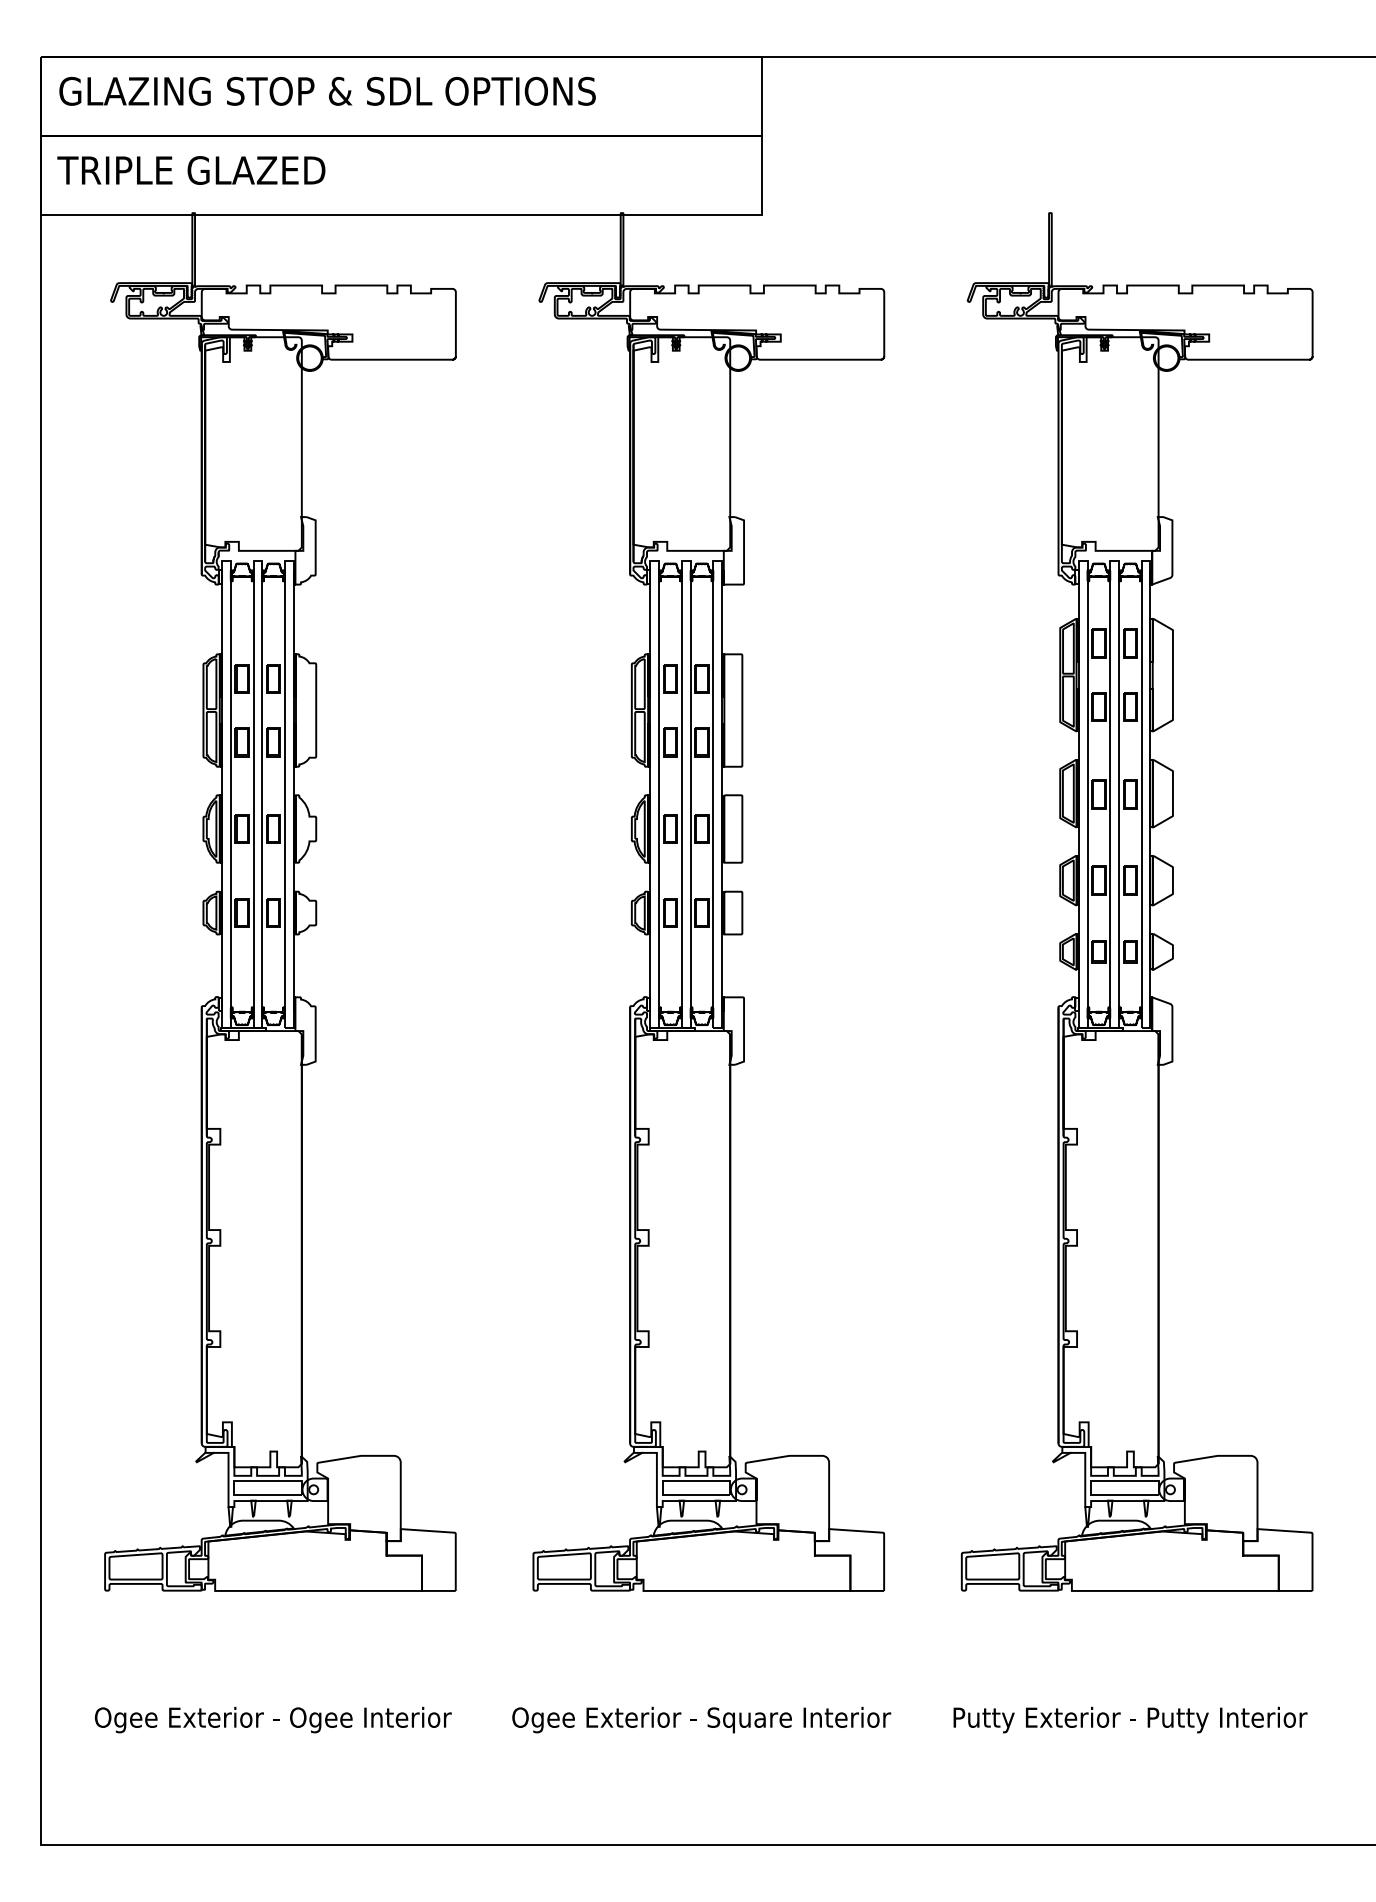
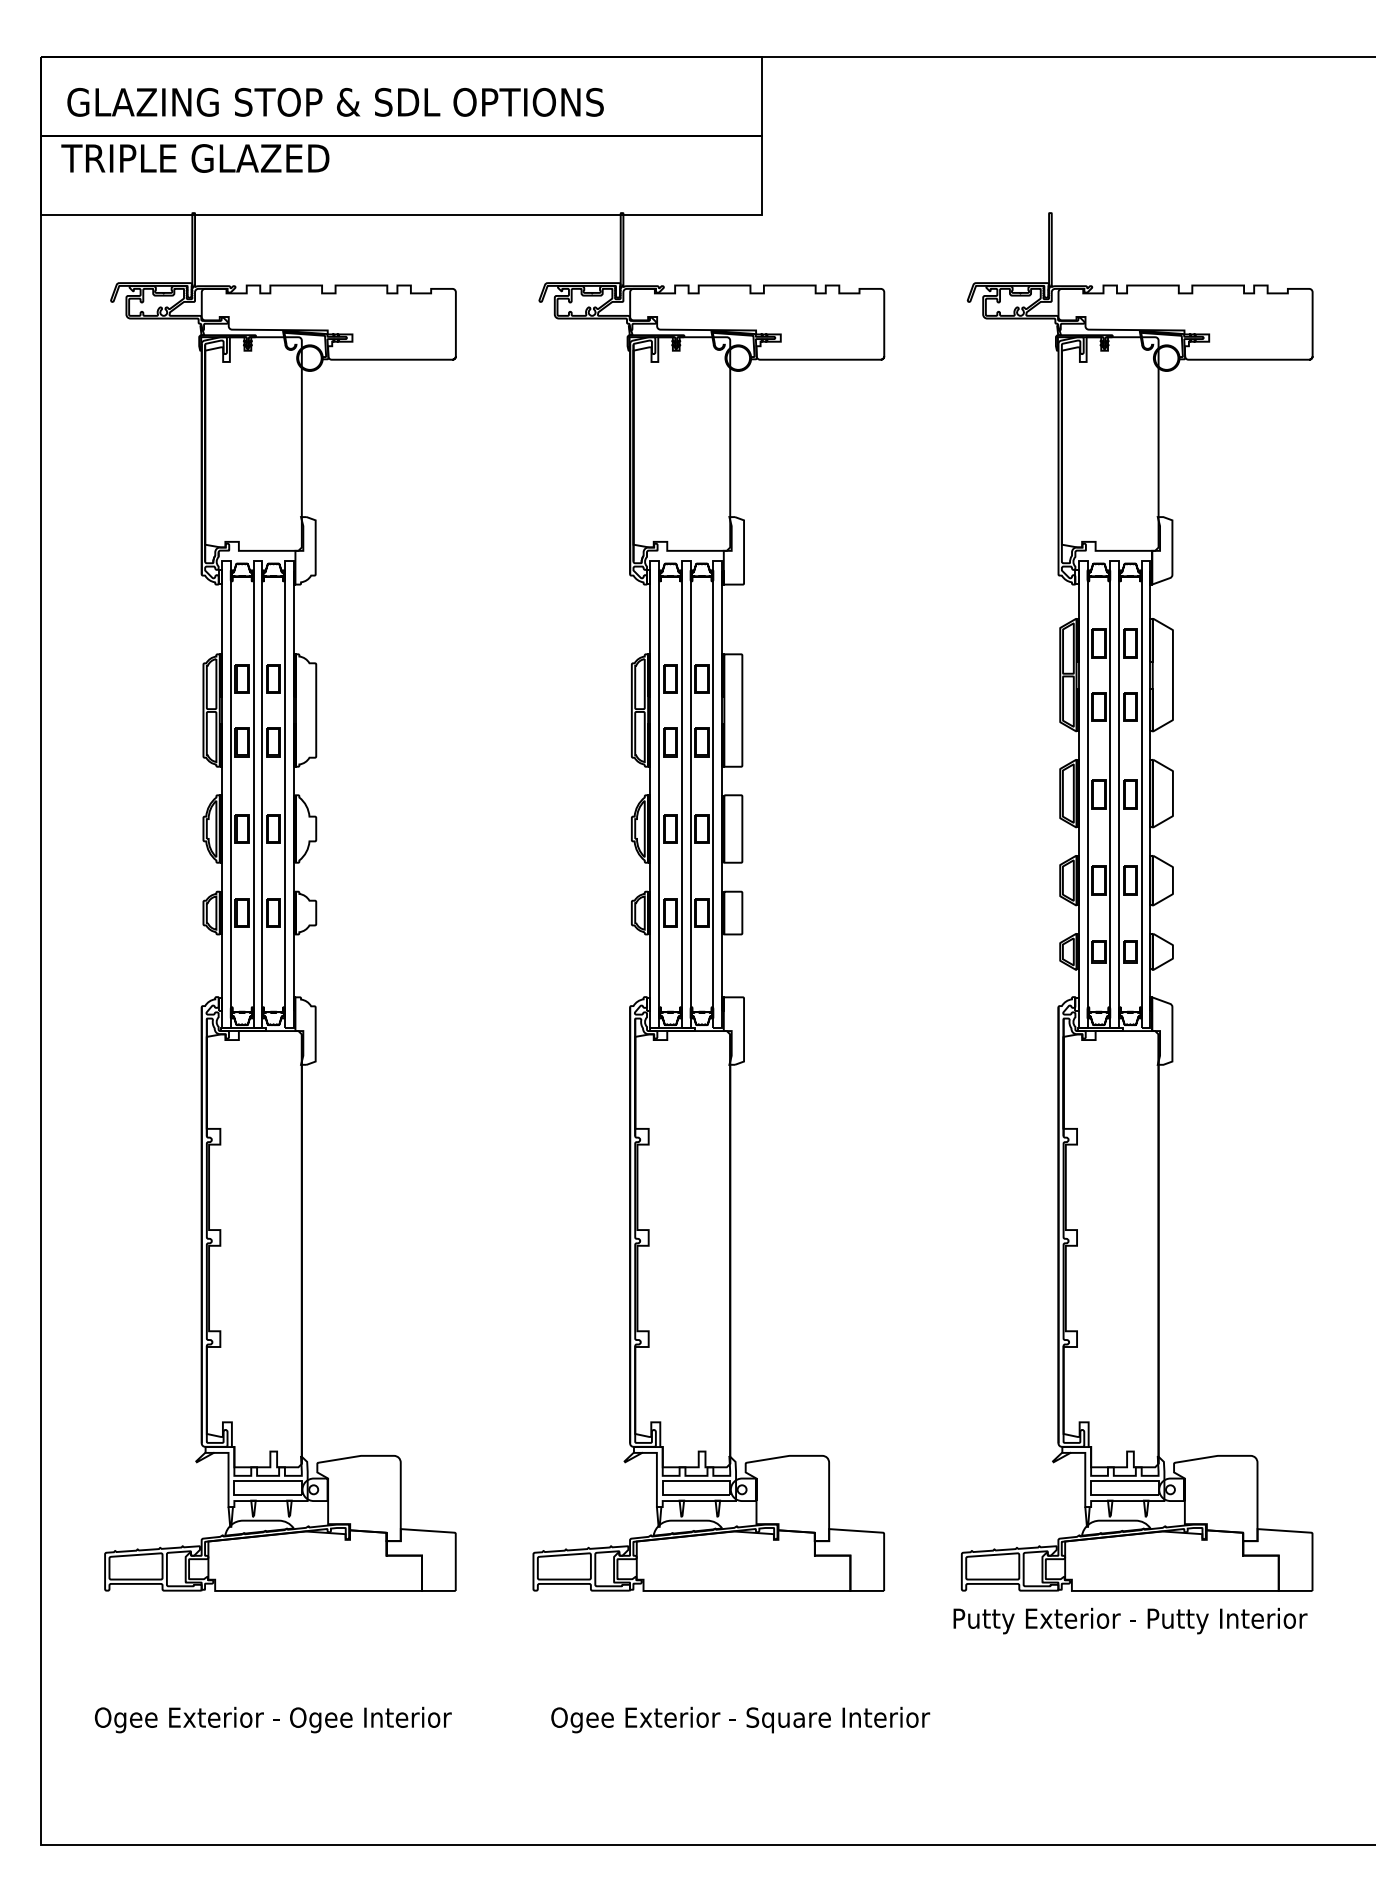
text at (327, 90) position: (327, 90) -> (335, 101)
text at (191, 170) position: (191, 170) -> (195, 158)
text at (701, 1719) position: (701, 1719) -> (740, 1719)
text at (1130, 1719) position: (1130, 1719) -> (1130, 1620)
